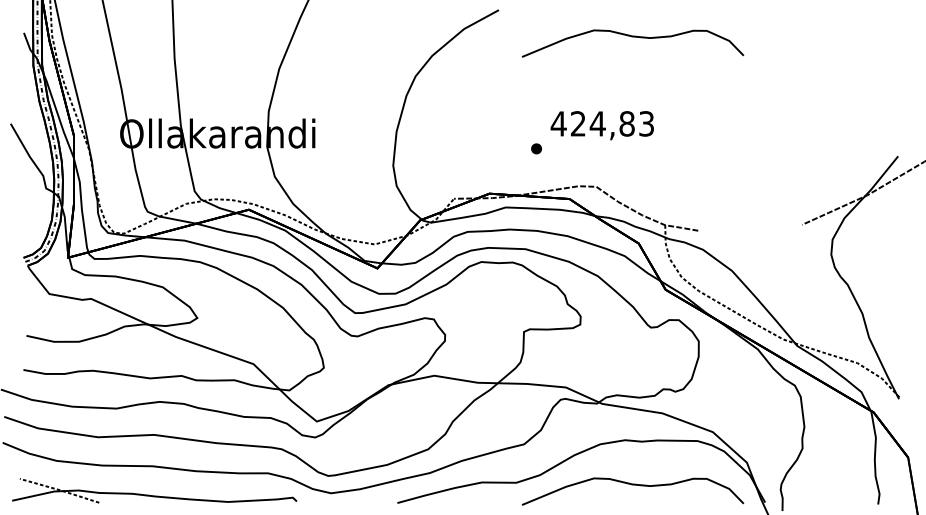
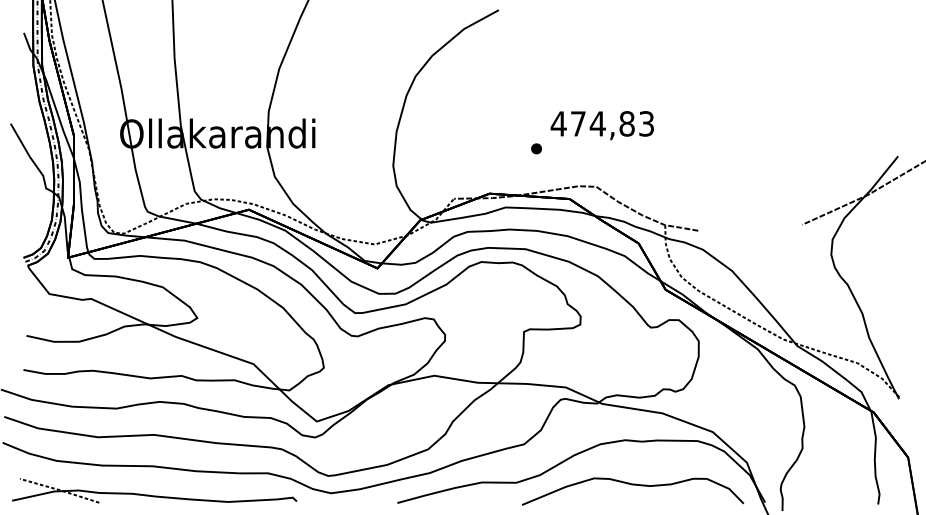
curve at (632, 37): present -> none
text at (578, 123): 424,83 -> 474,83
